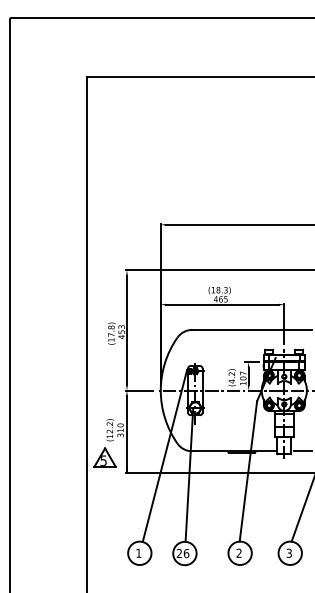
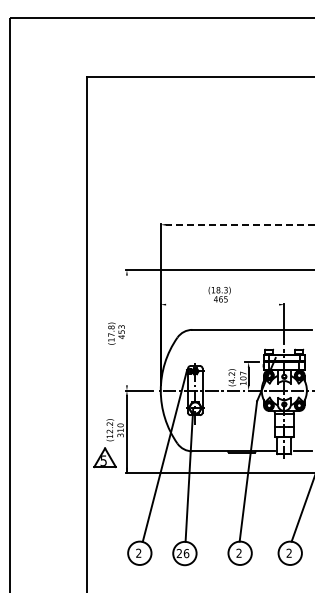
line at (239, 224): solid -> dashed
line at (222, 304): present -> none
line at (126, 330): present -> none
text at (138, 552): 1 -> 2
text at (288, 553): 3 -> 2
